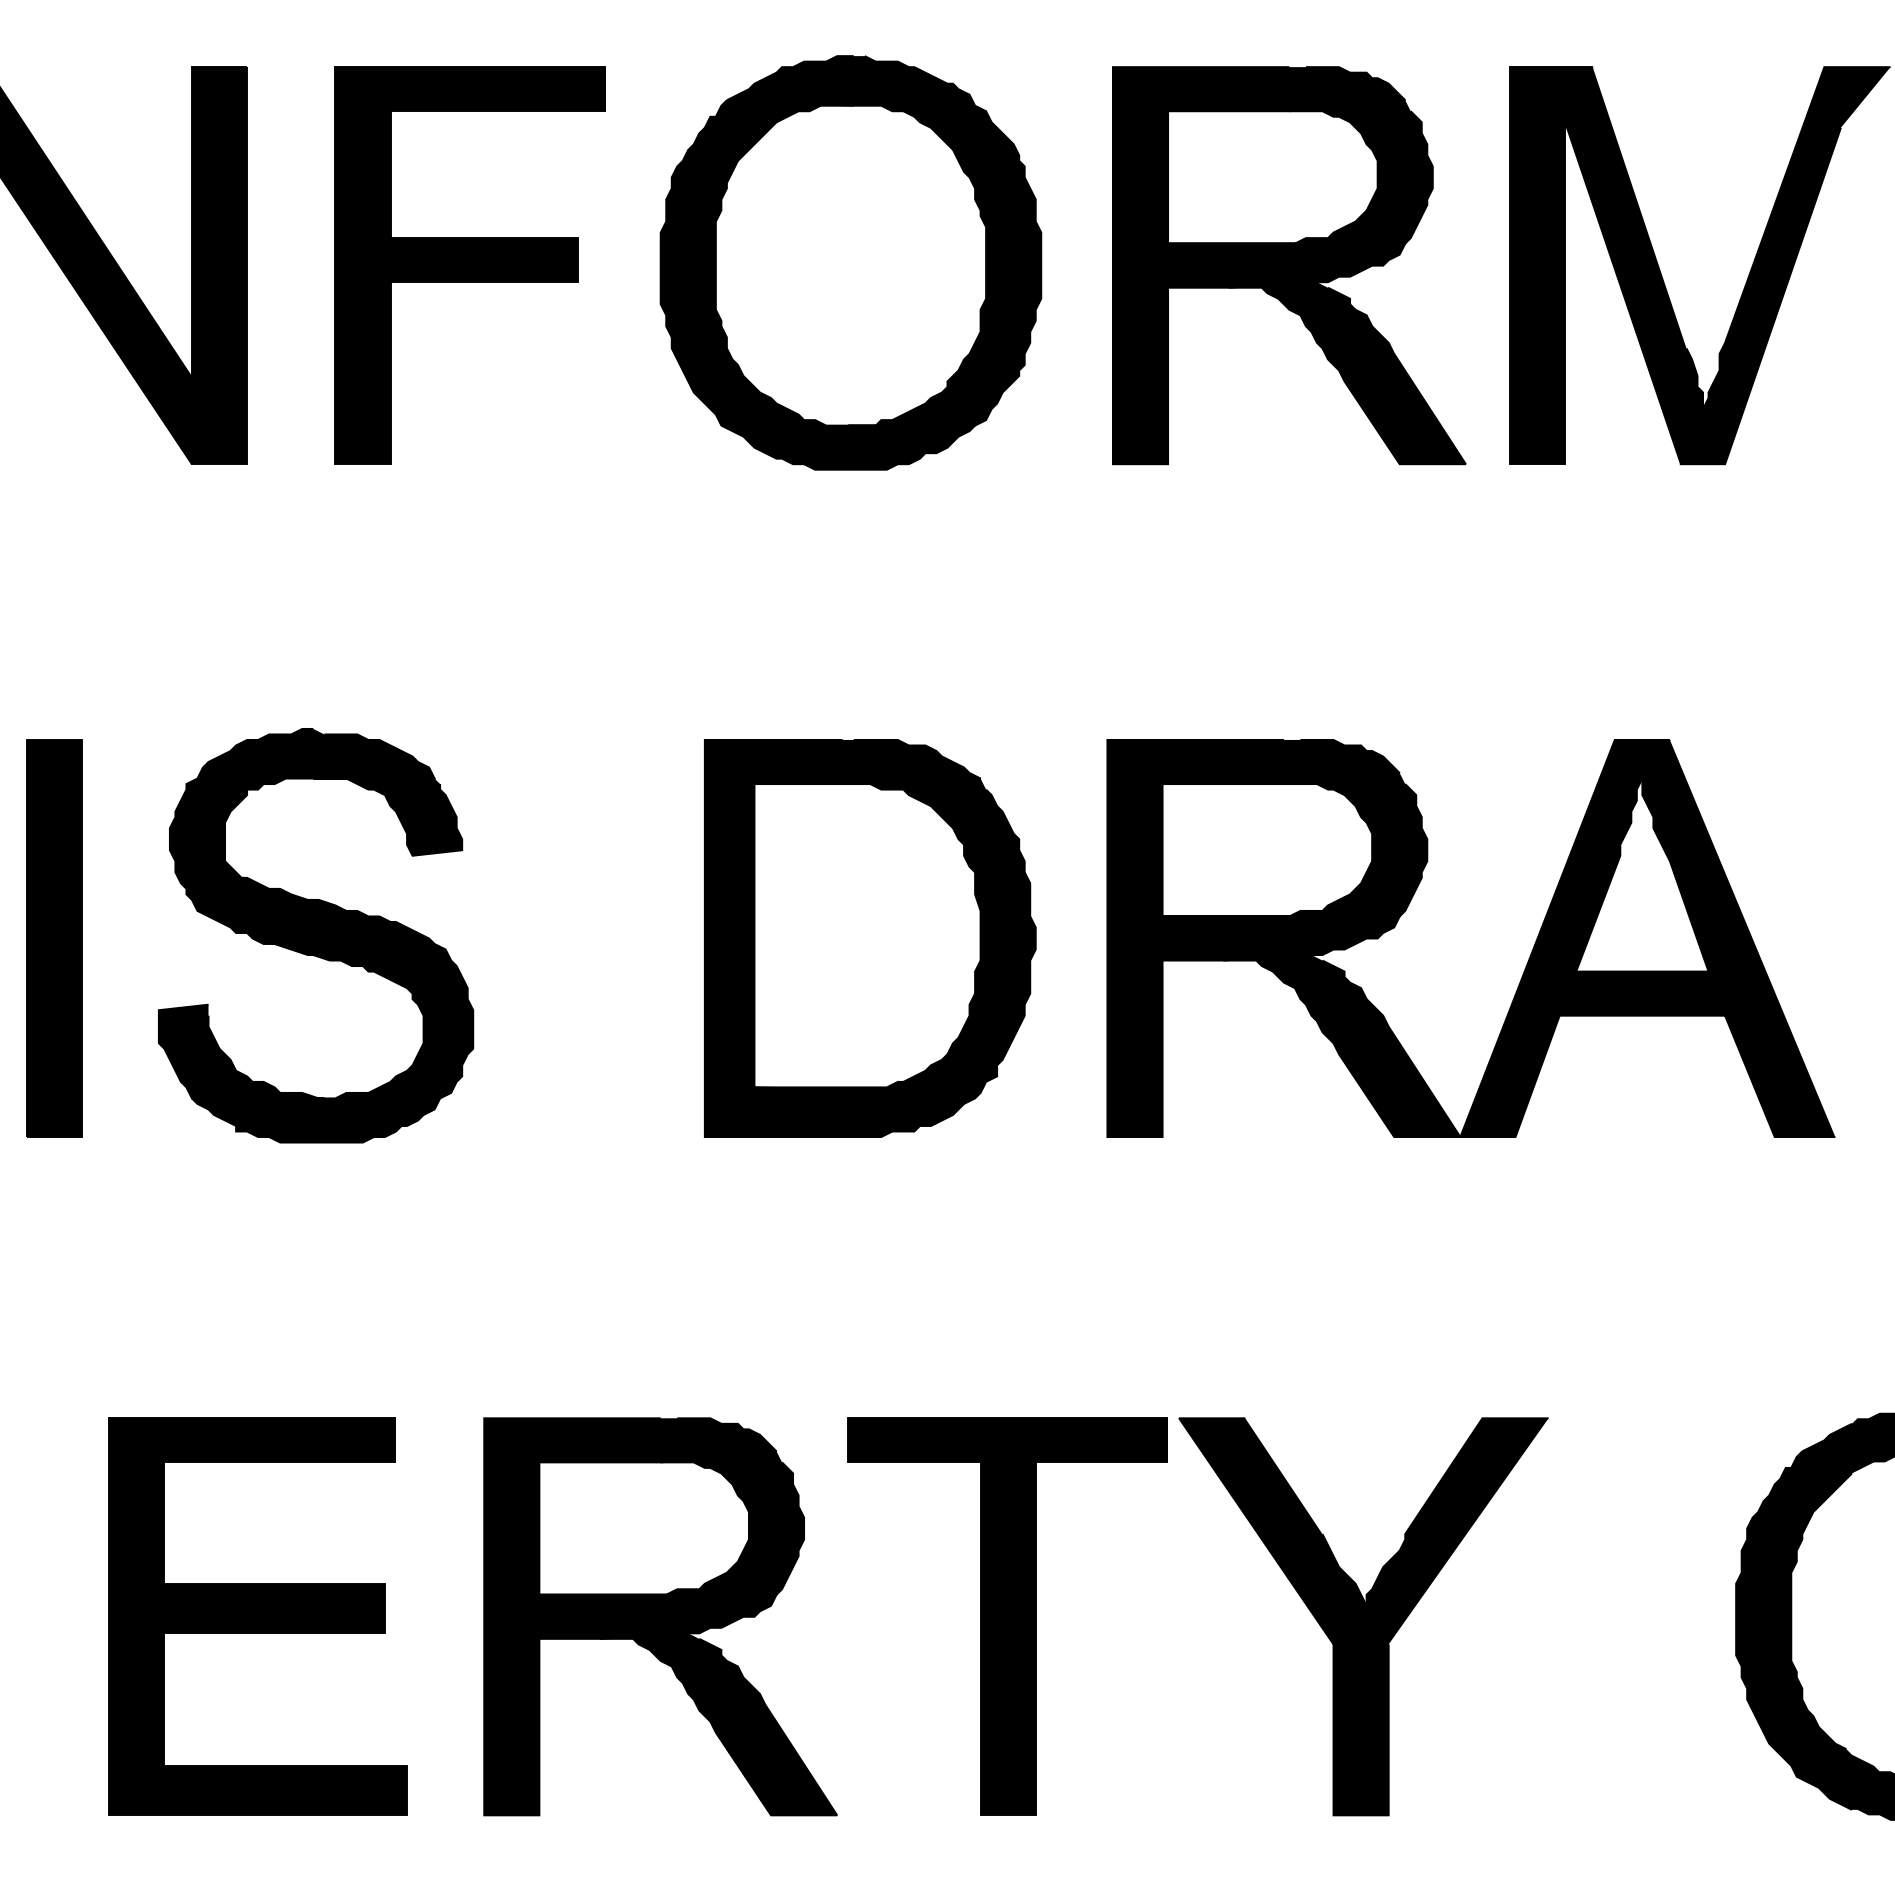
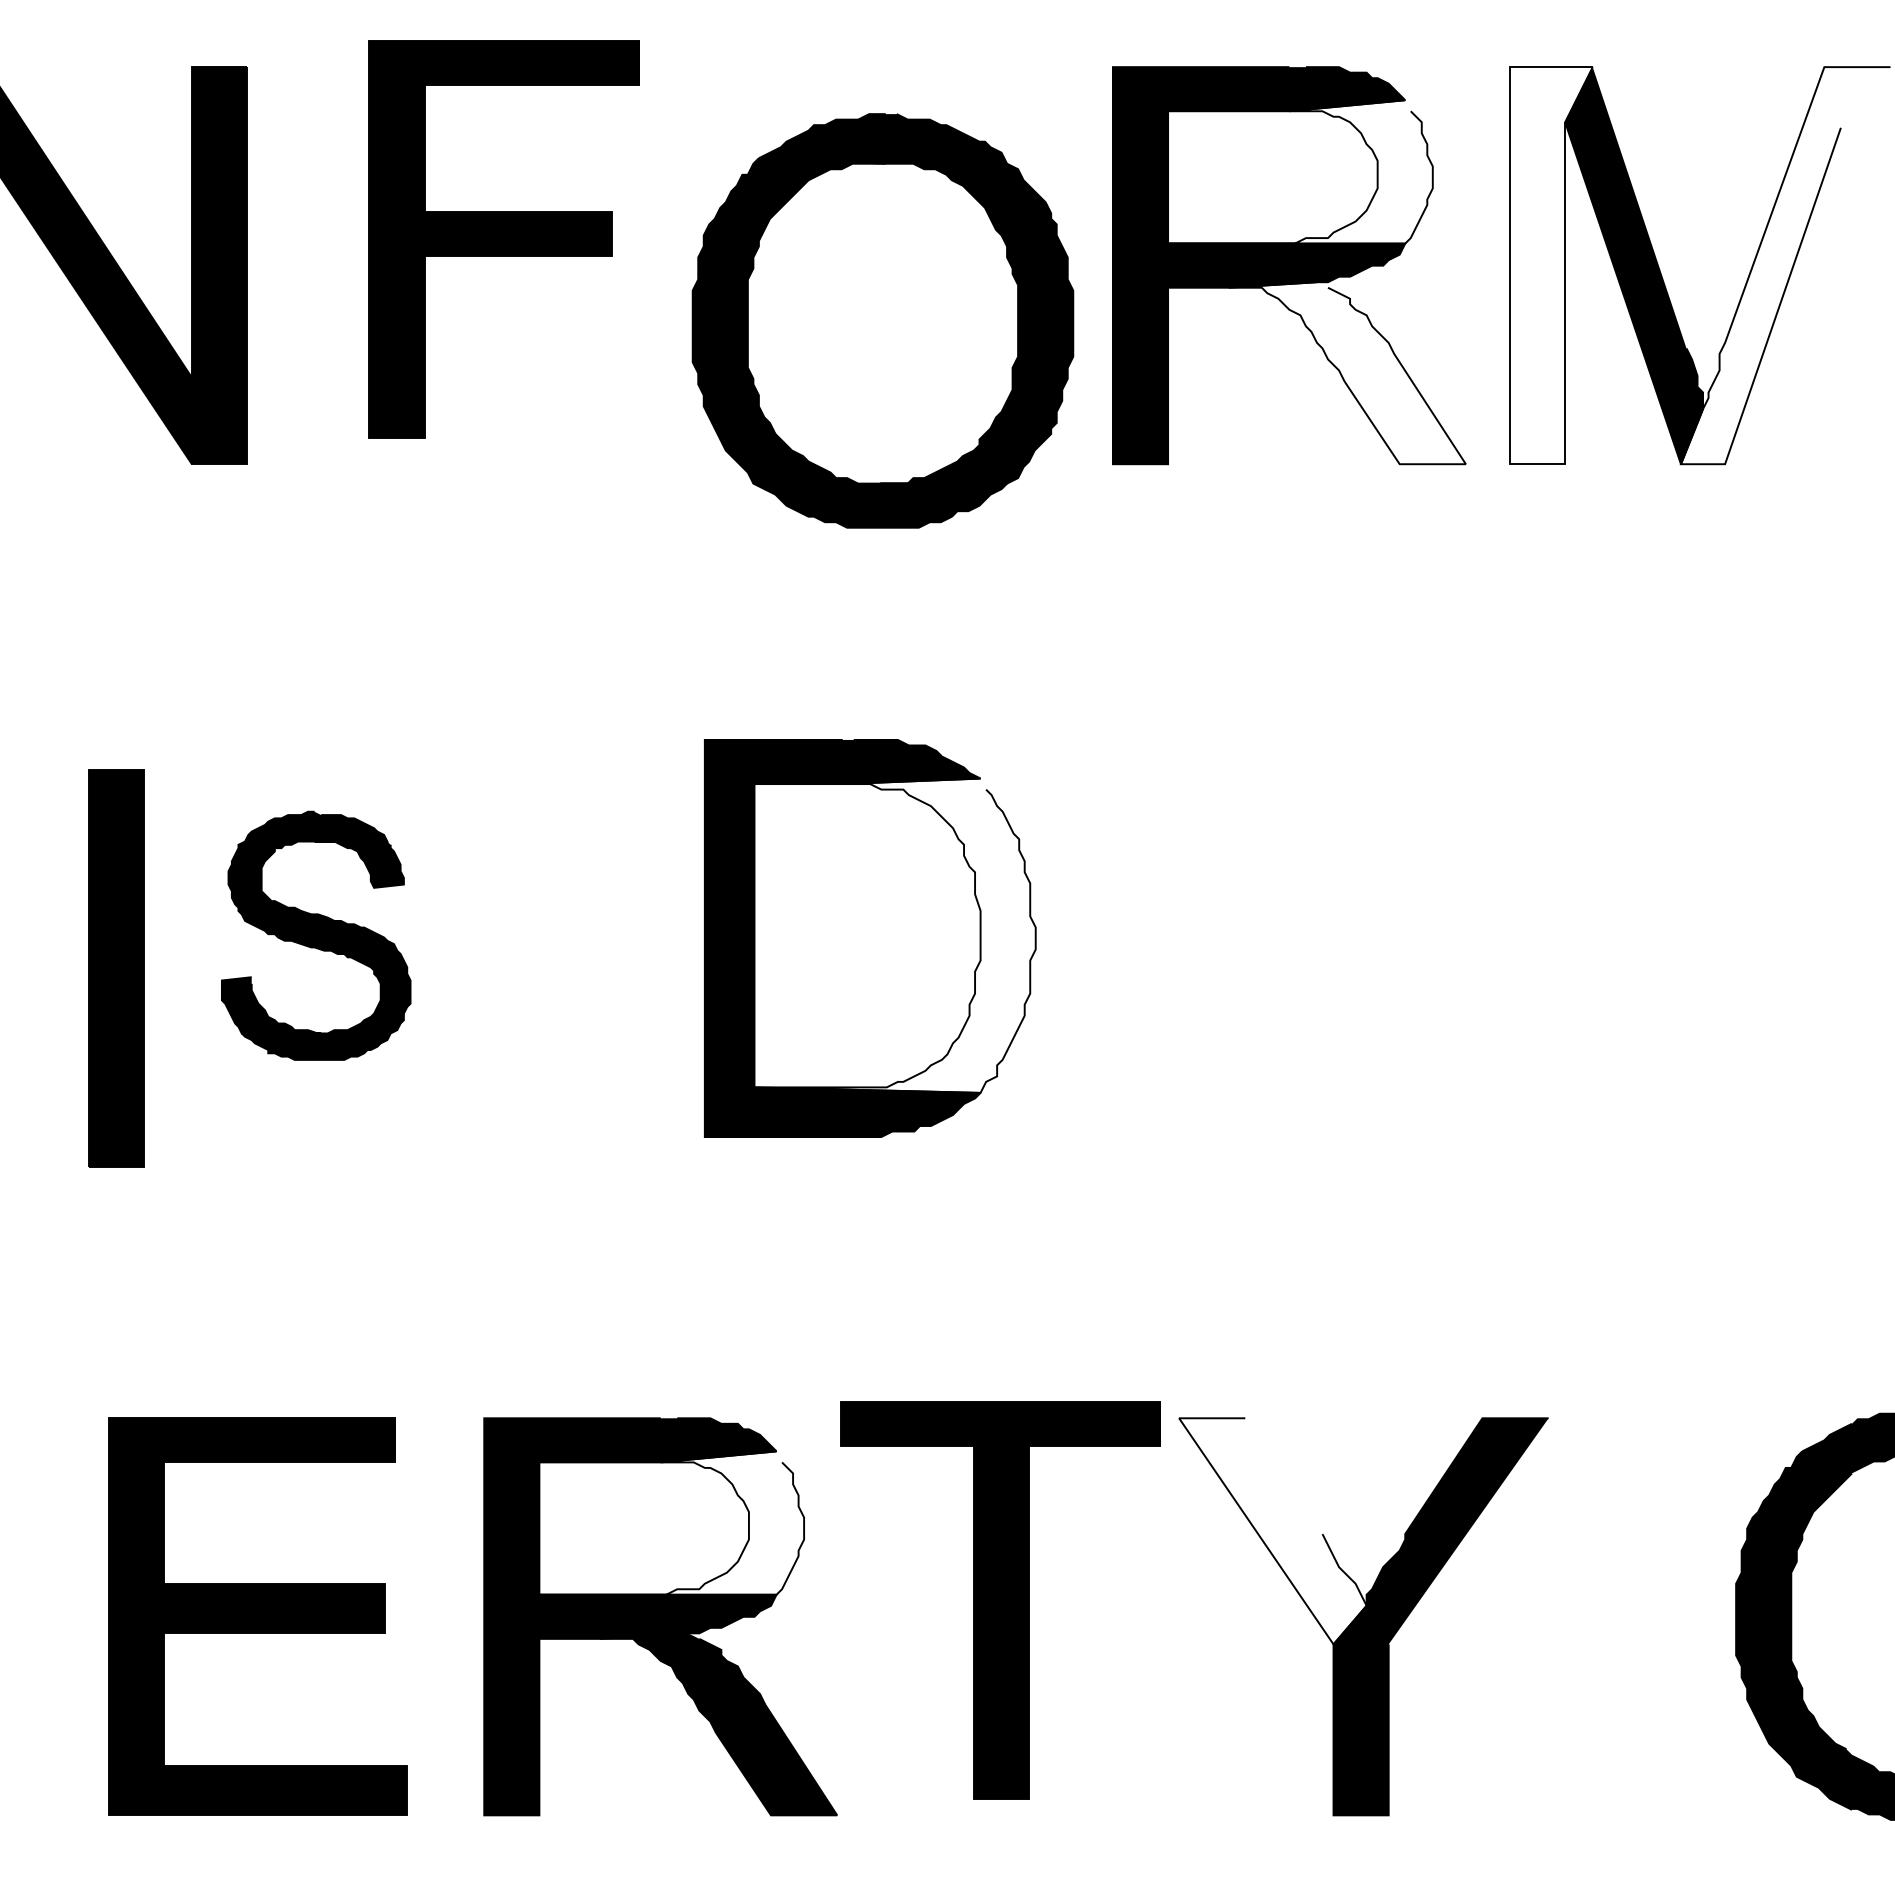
fill at (1300, 171): present -> none
part at (850, 262) position: (850, 262) -> (882, 320)
part at (469, 265) position: (469, 265) -> (503, 239)
fill at (1551, 265): present -> none
fill at (1785, 265): present -> none
fill at (1346, 373): present -> none
part at (316, 935) size: 317x416 px -> 191x251 px
fill at (894, 935): present -> none
part at (54, 938) position: (54, 938) -> (116, 968)
part at (1526, 963): present -> none
fill at (671, 1522): present -> none
fill at (1272, 1531): present -> none
part at (1007, 1616) position: (1007, 1616) -> (1000, 1600)
